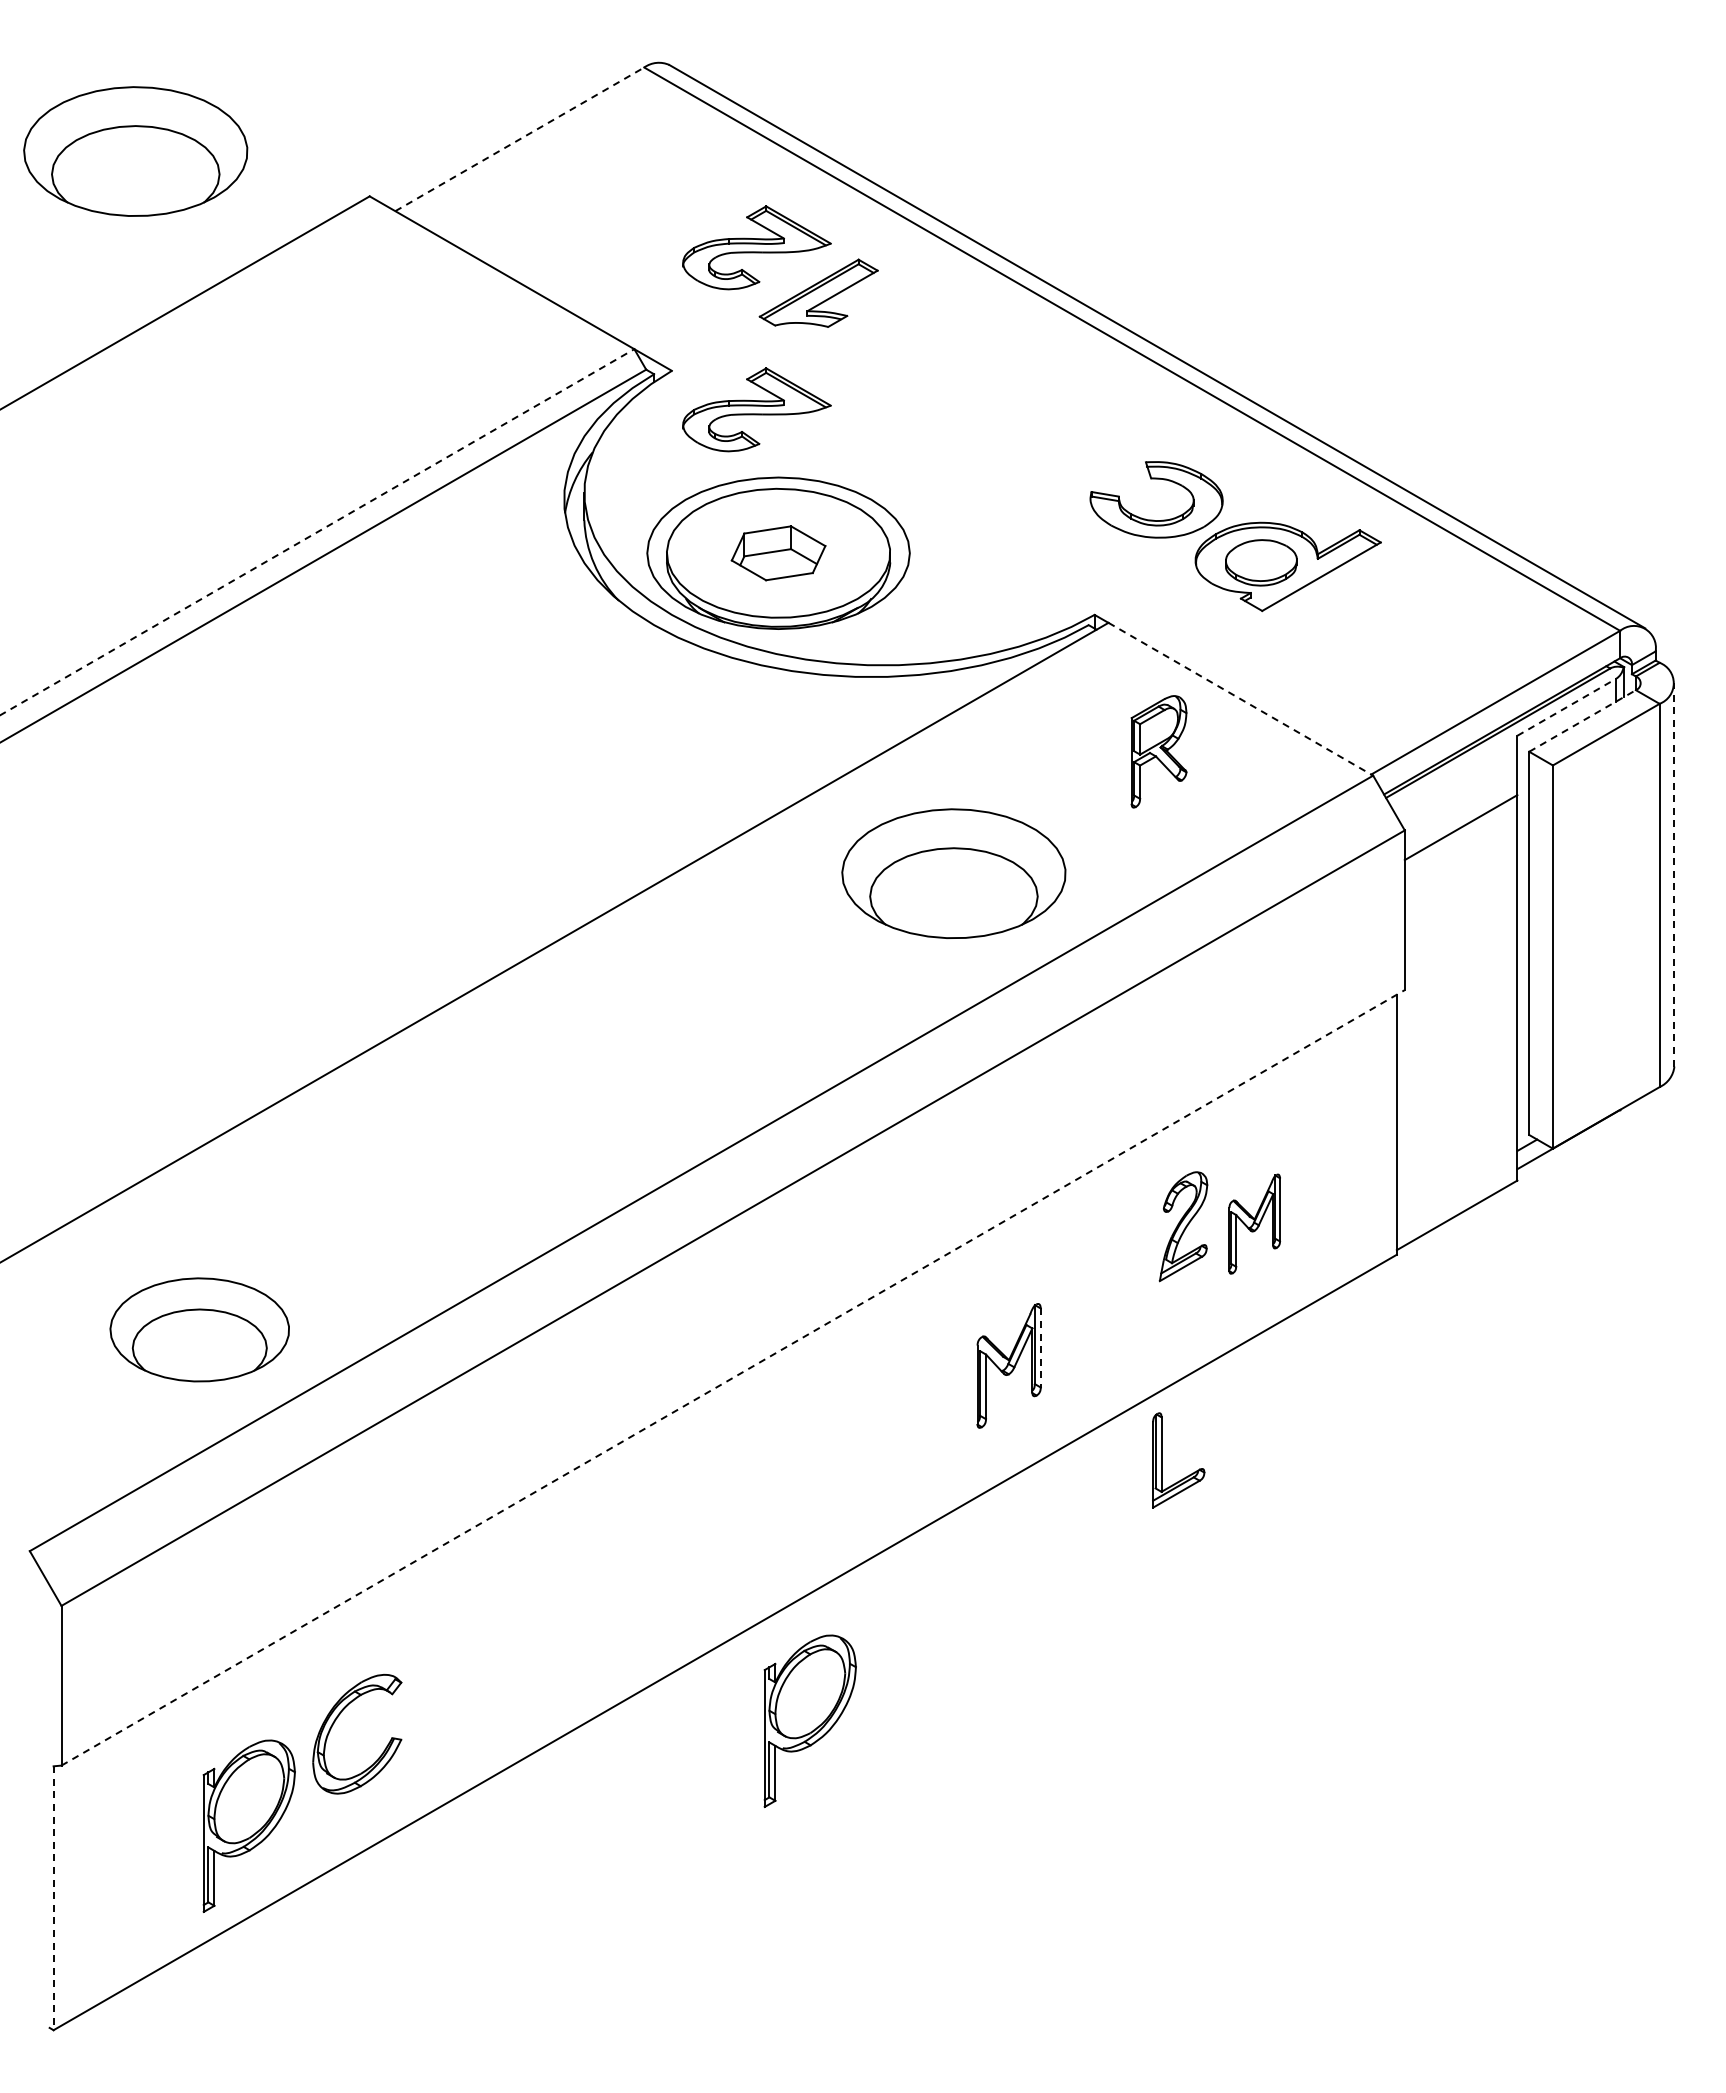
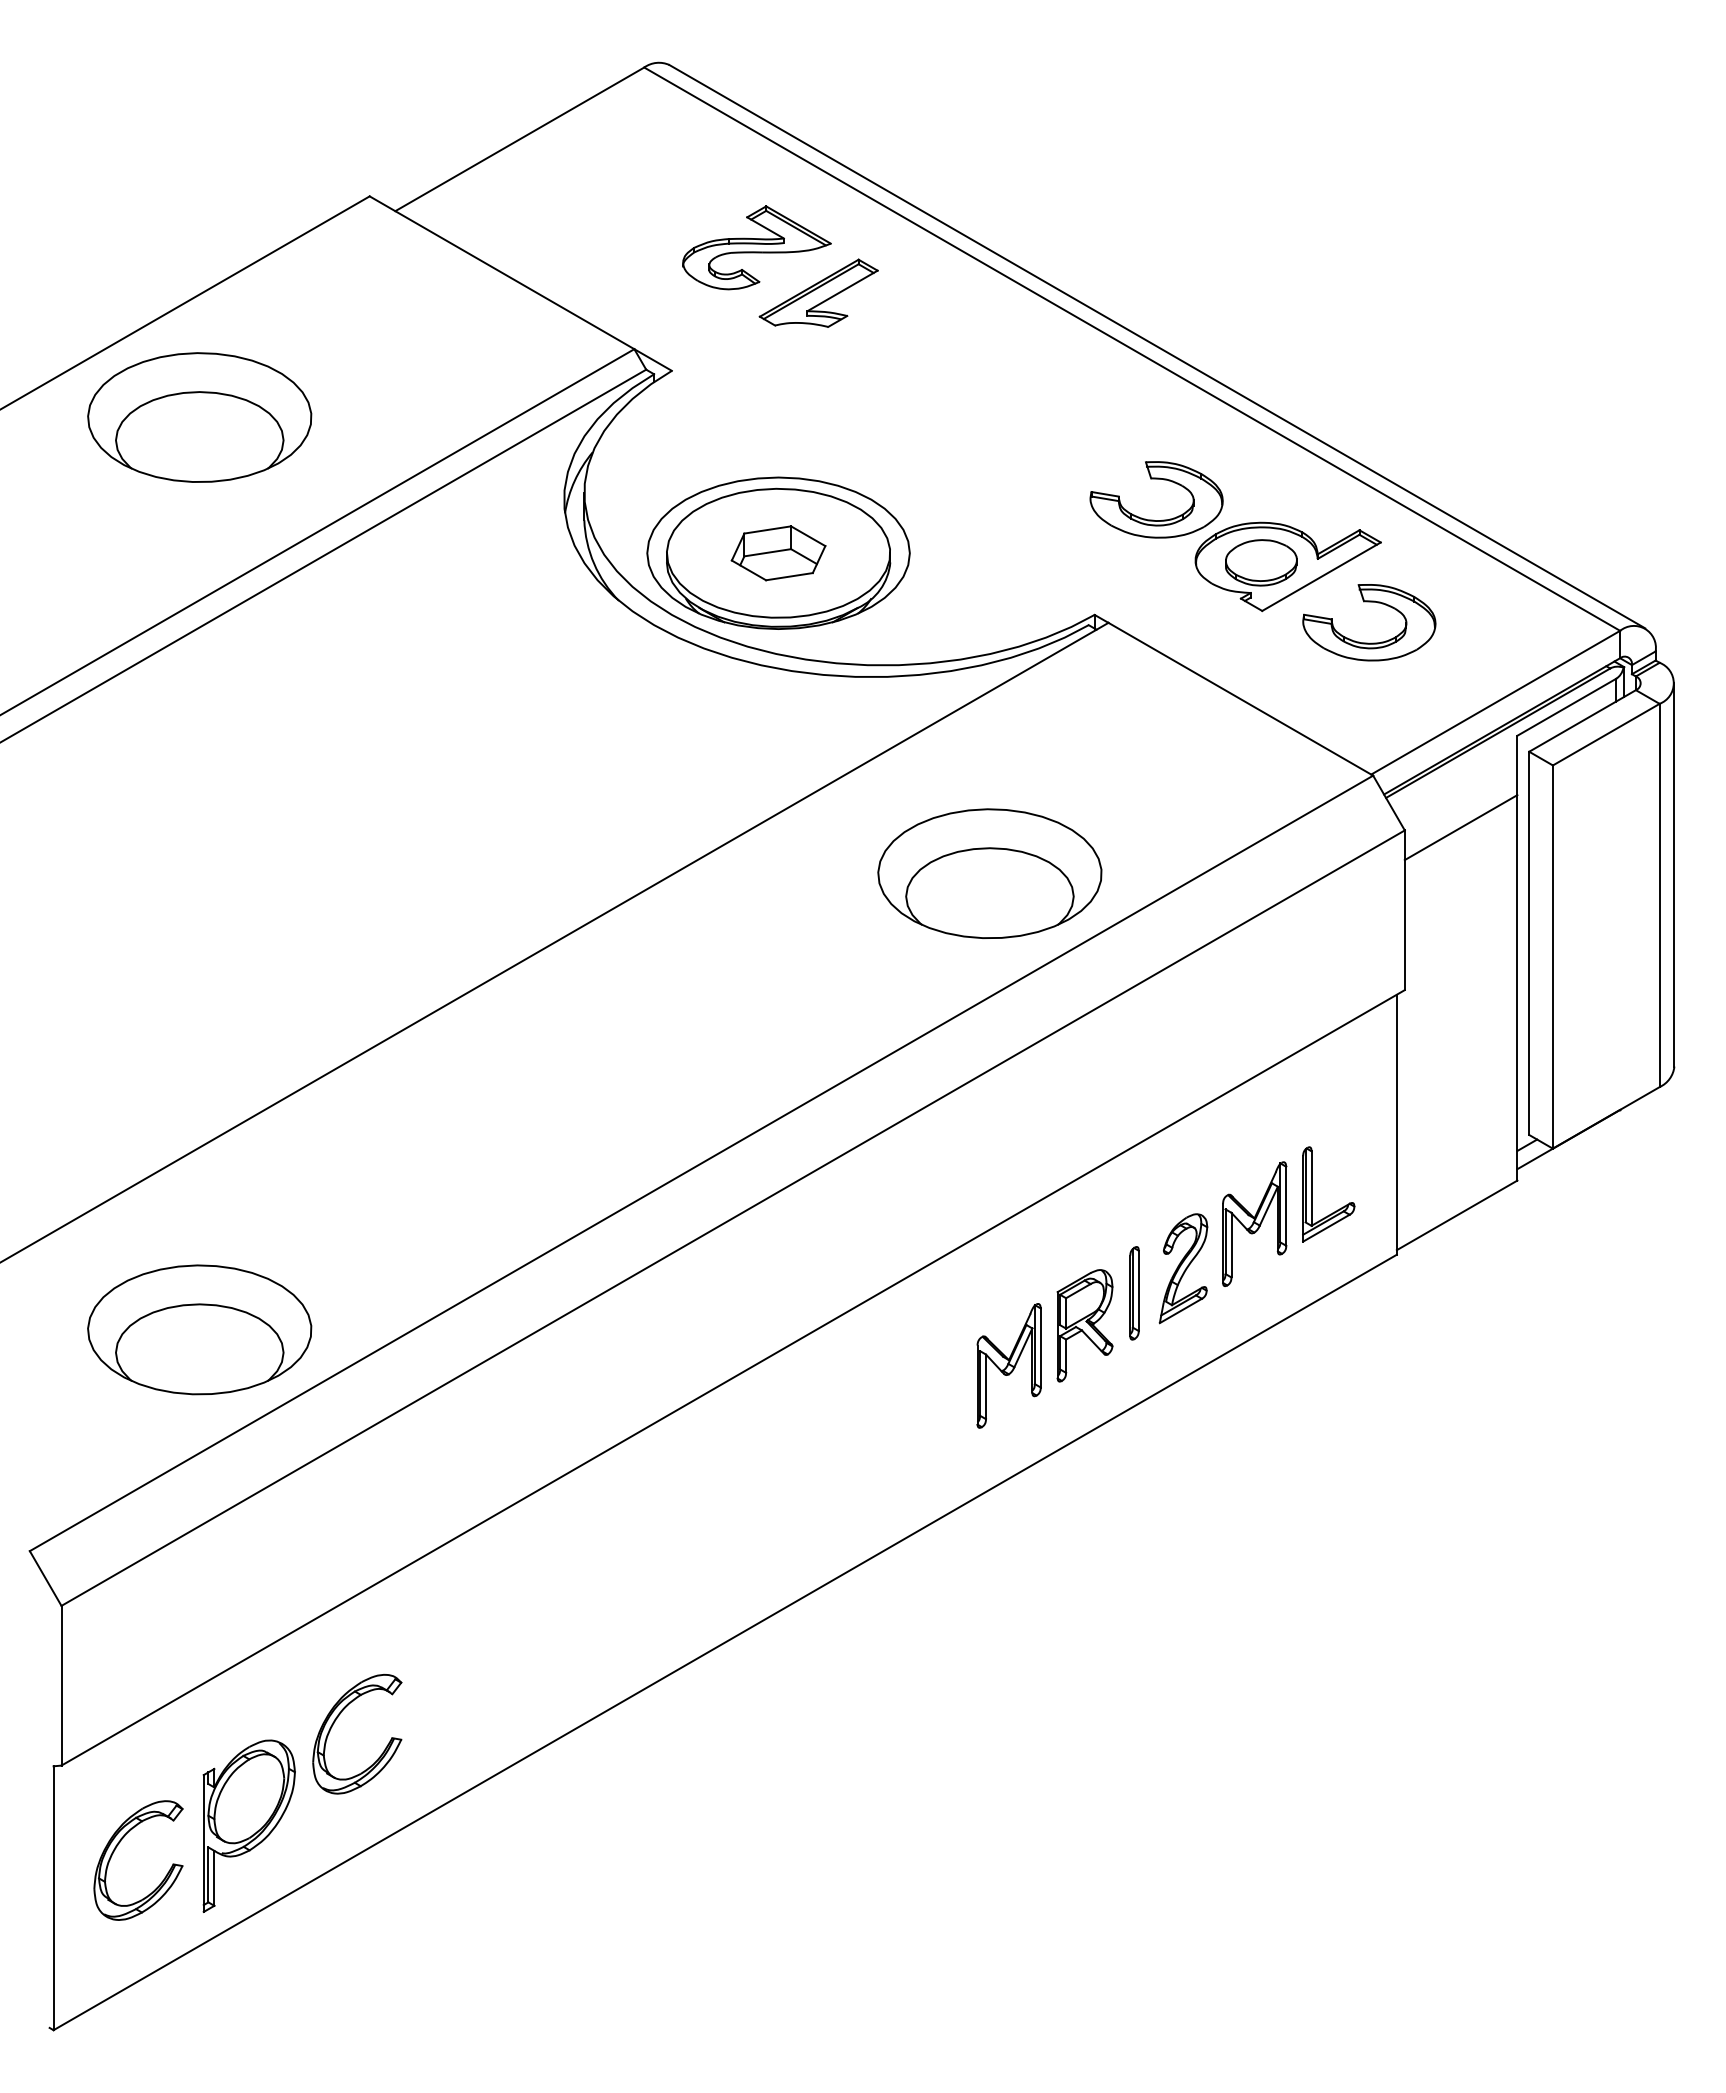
line at (519, 139): dashed -> solid
part at (135, 151) position: (135, 151) -> (199, 417)
part at (756, 409): present -> none
line at (317, 532): dashed -> solid
part at (1369, 602): none -> present
line at (1240, 699): dashed -> solid
line at (1567, 707): dashed -> solid
line at (1582, 720): dashed -> solid
part at (1158, 751) position: (1158, 751) -> (1084, 1325)
part at (953, 873) position: (953, 873) -> (989, 873)
line at (1674, 874): dashed -> solid
part at (1254, 1223) size: 53x102 px -> 66x126 px
part at (1183, 1226) position: (1183, 1226) -> (1183, 1268)
part at (1134, 1293): none -> present
part at (199, 1329) size: 181x106 px -> 226x132 px
line at (1040, 1348): dashed -> solid
line at (733, 1377): dashed -> solid
part at (1162, 1460) position: (1162, 1460) -> (1312, 1194)
part at (809, 1720): present -> none
part at (118, 1845): none -> present
line at (53, 1898): dashed -> solid
